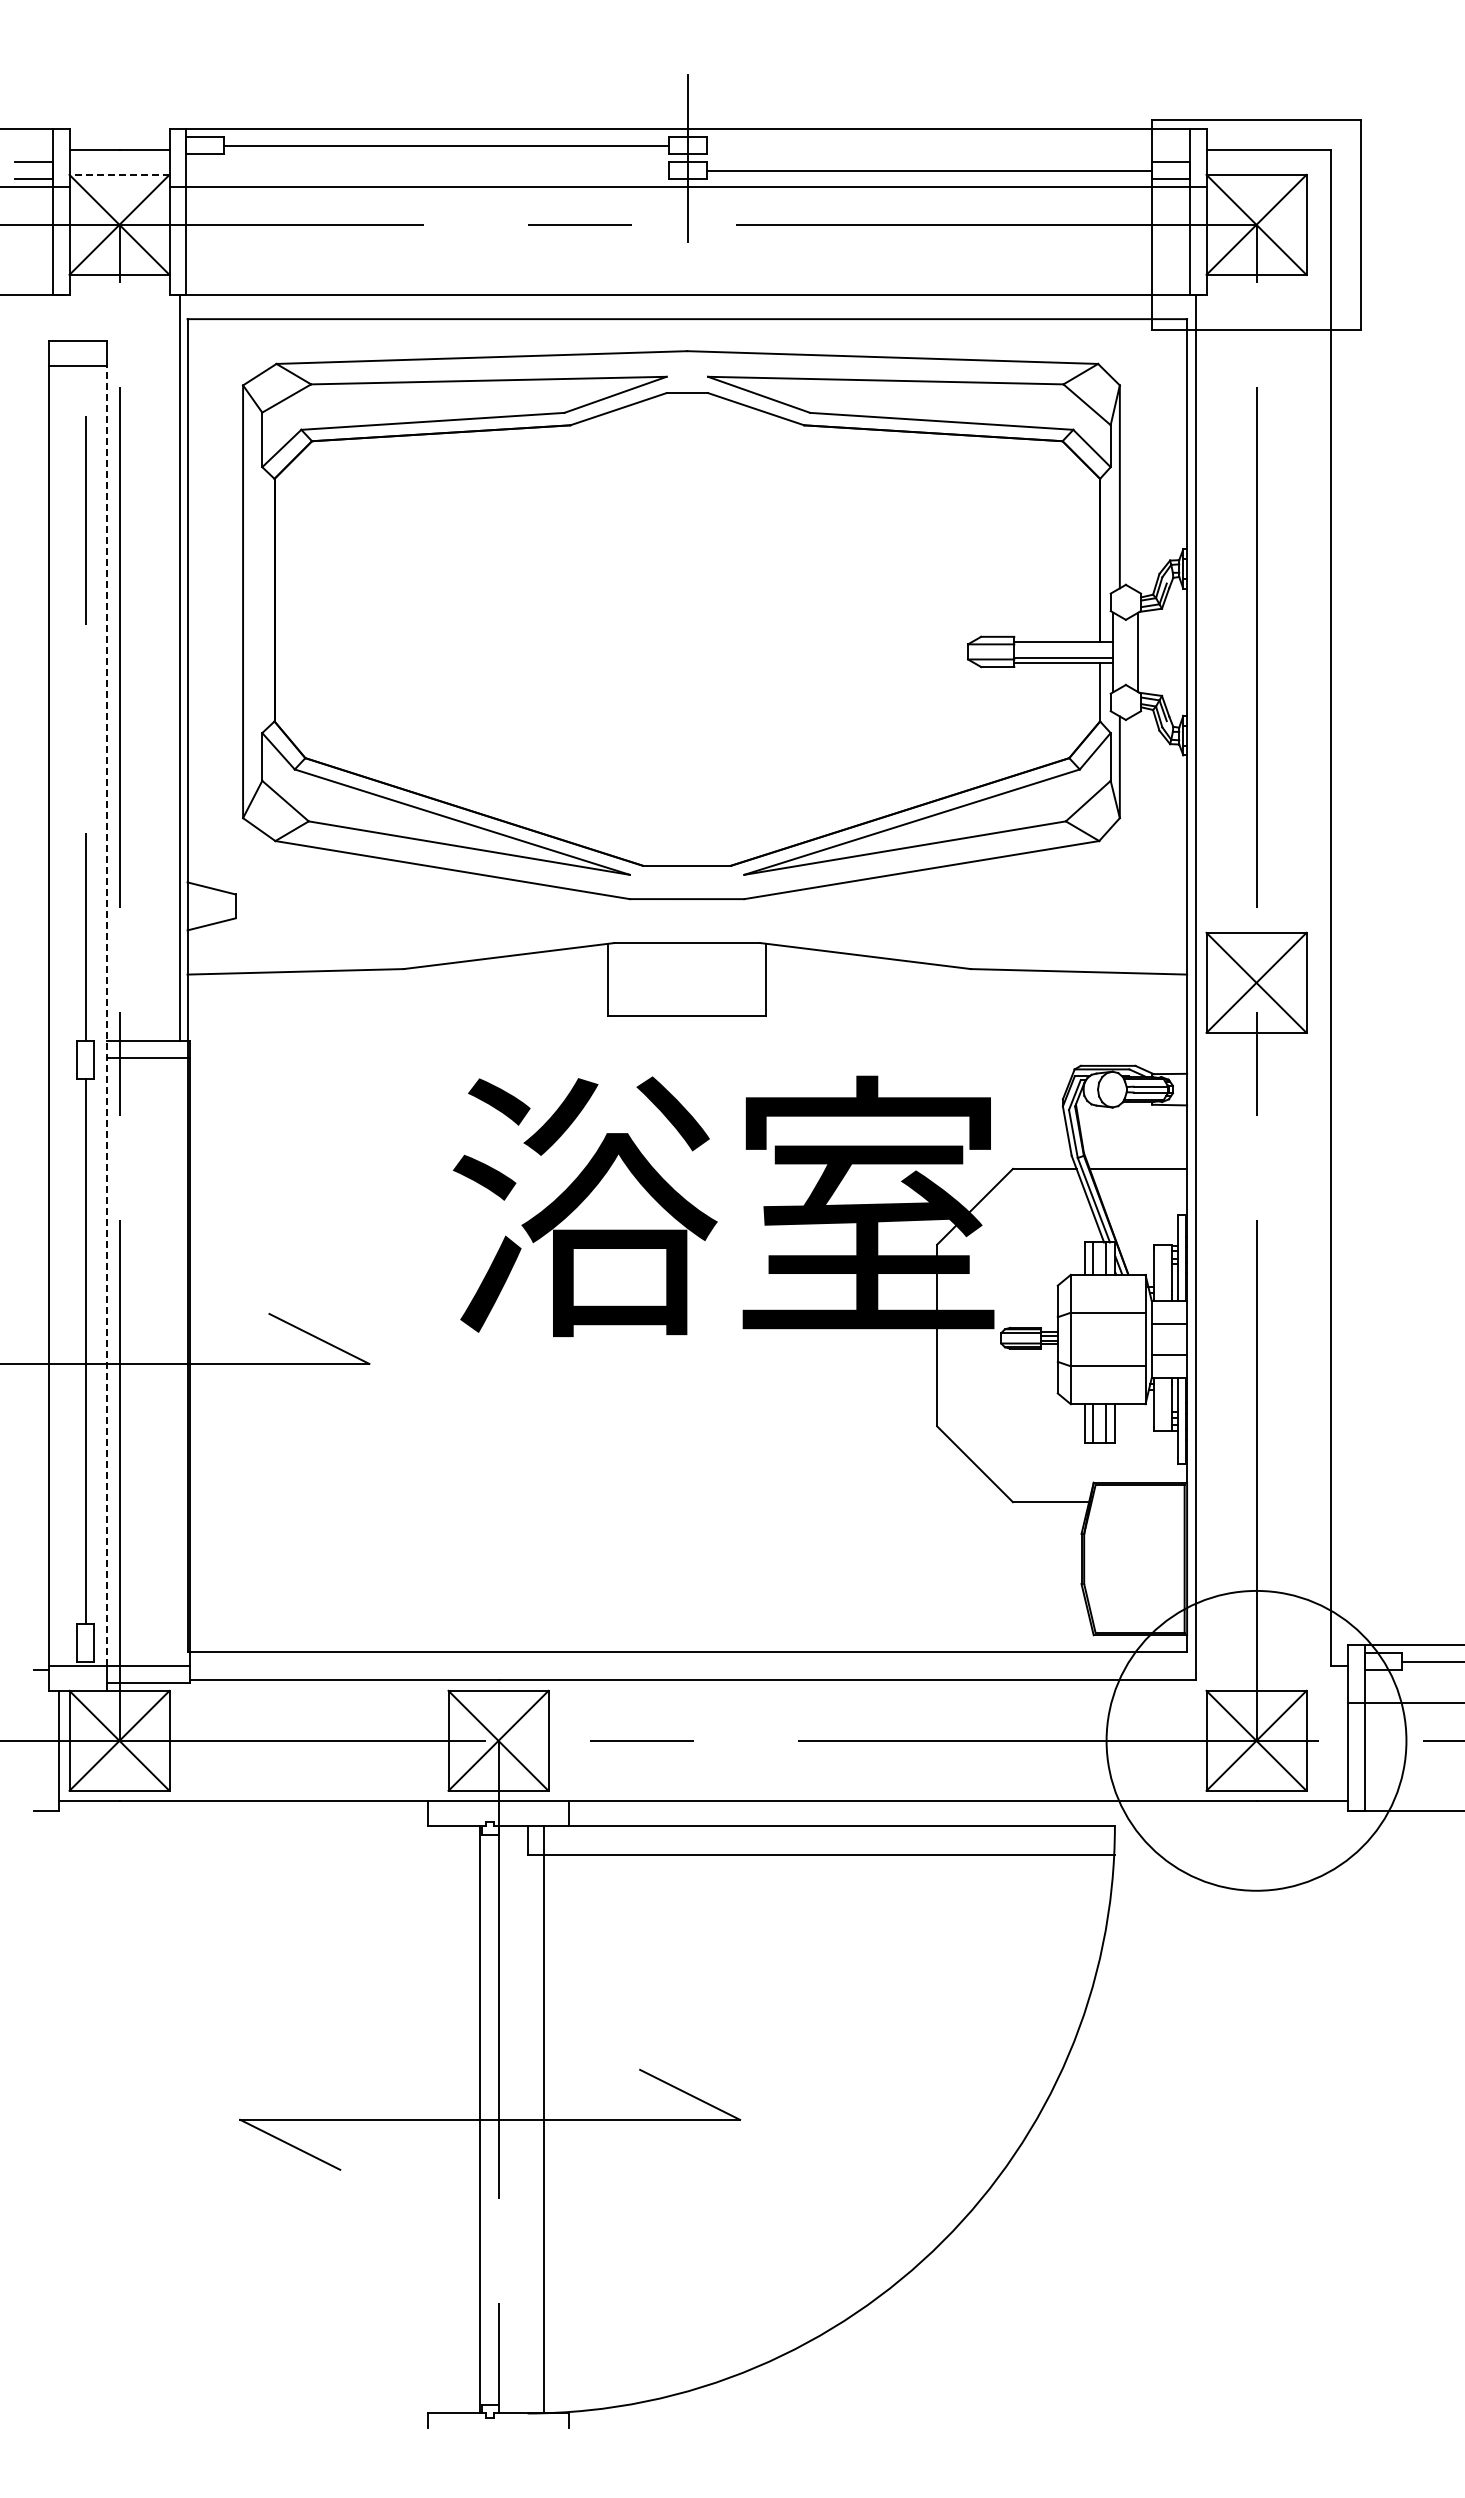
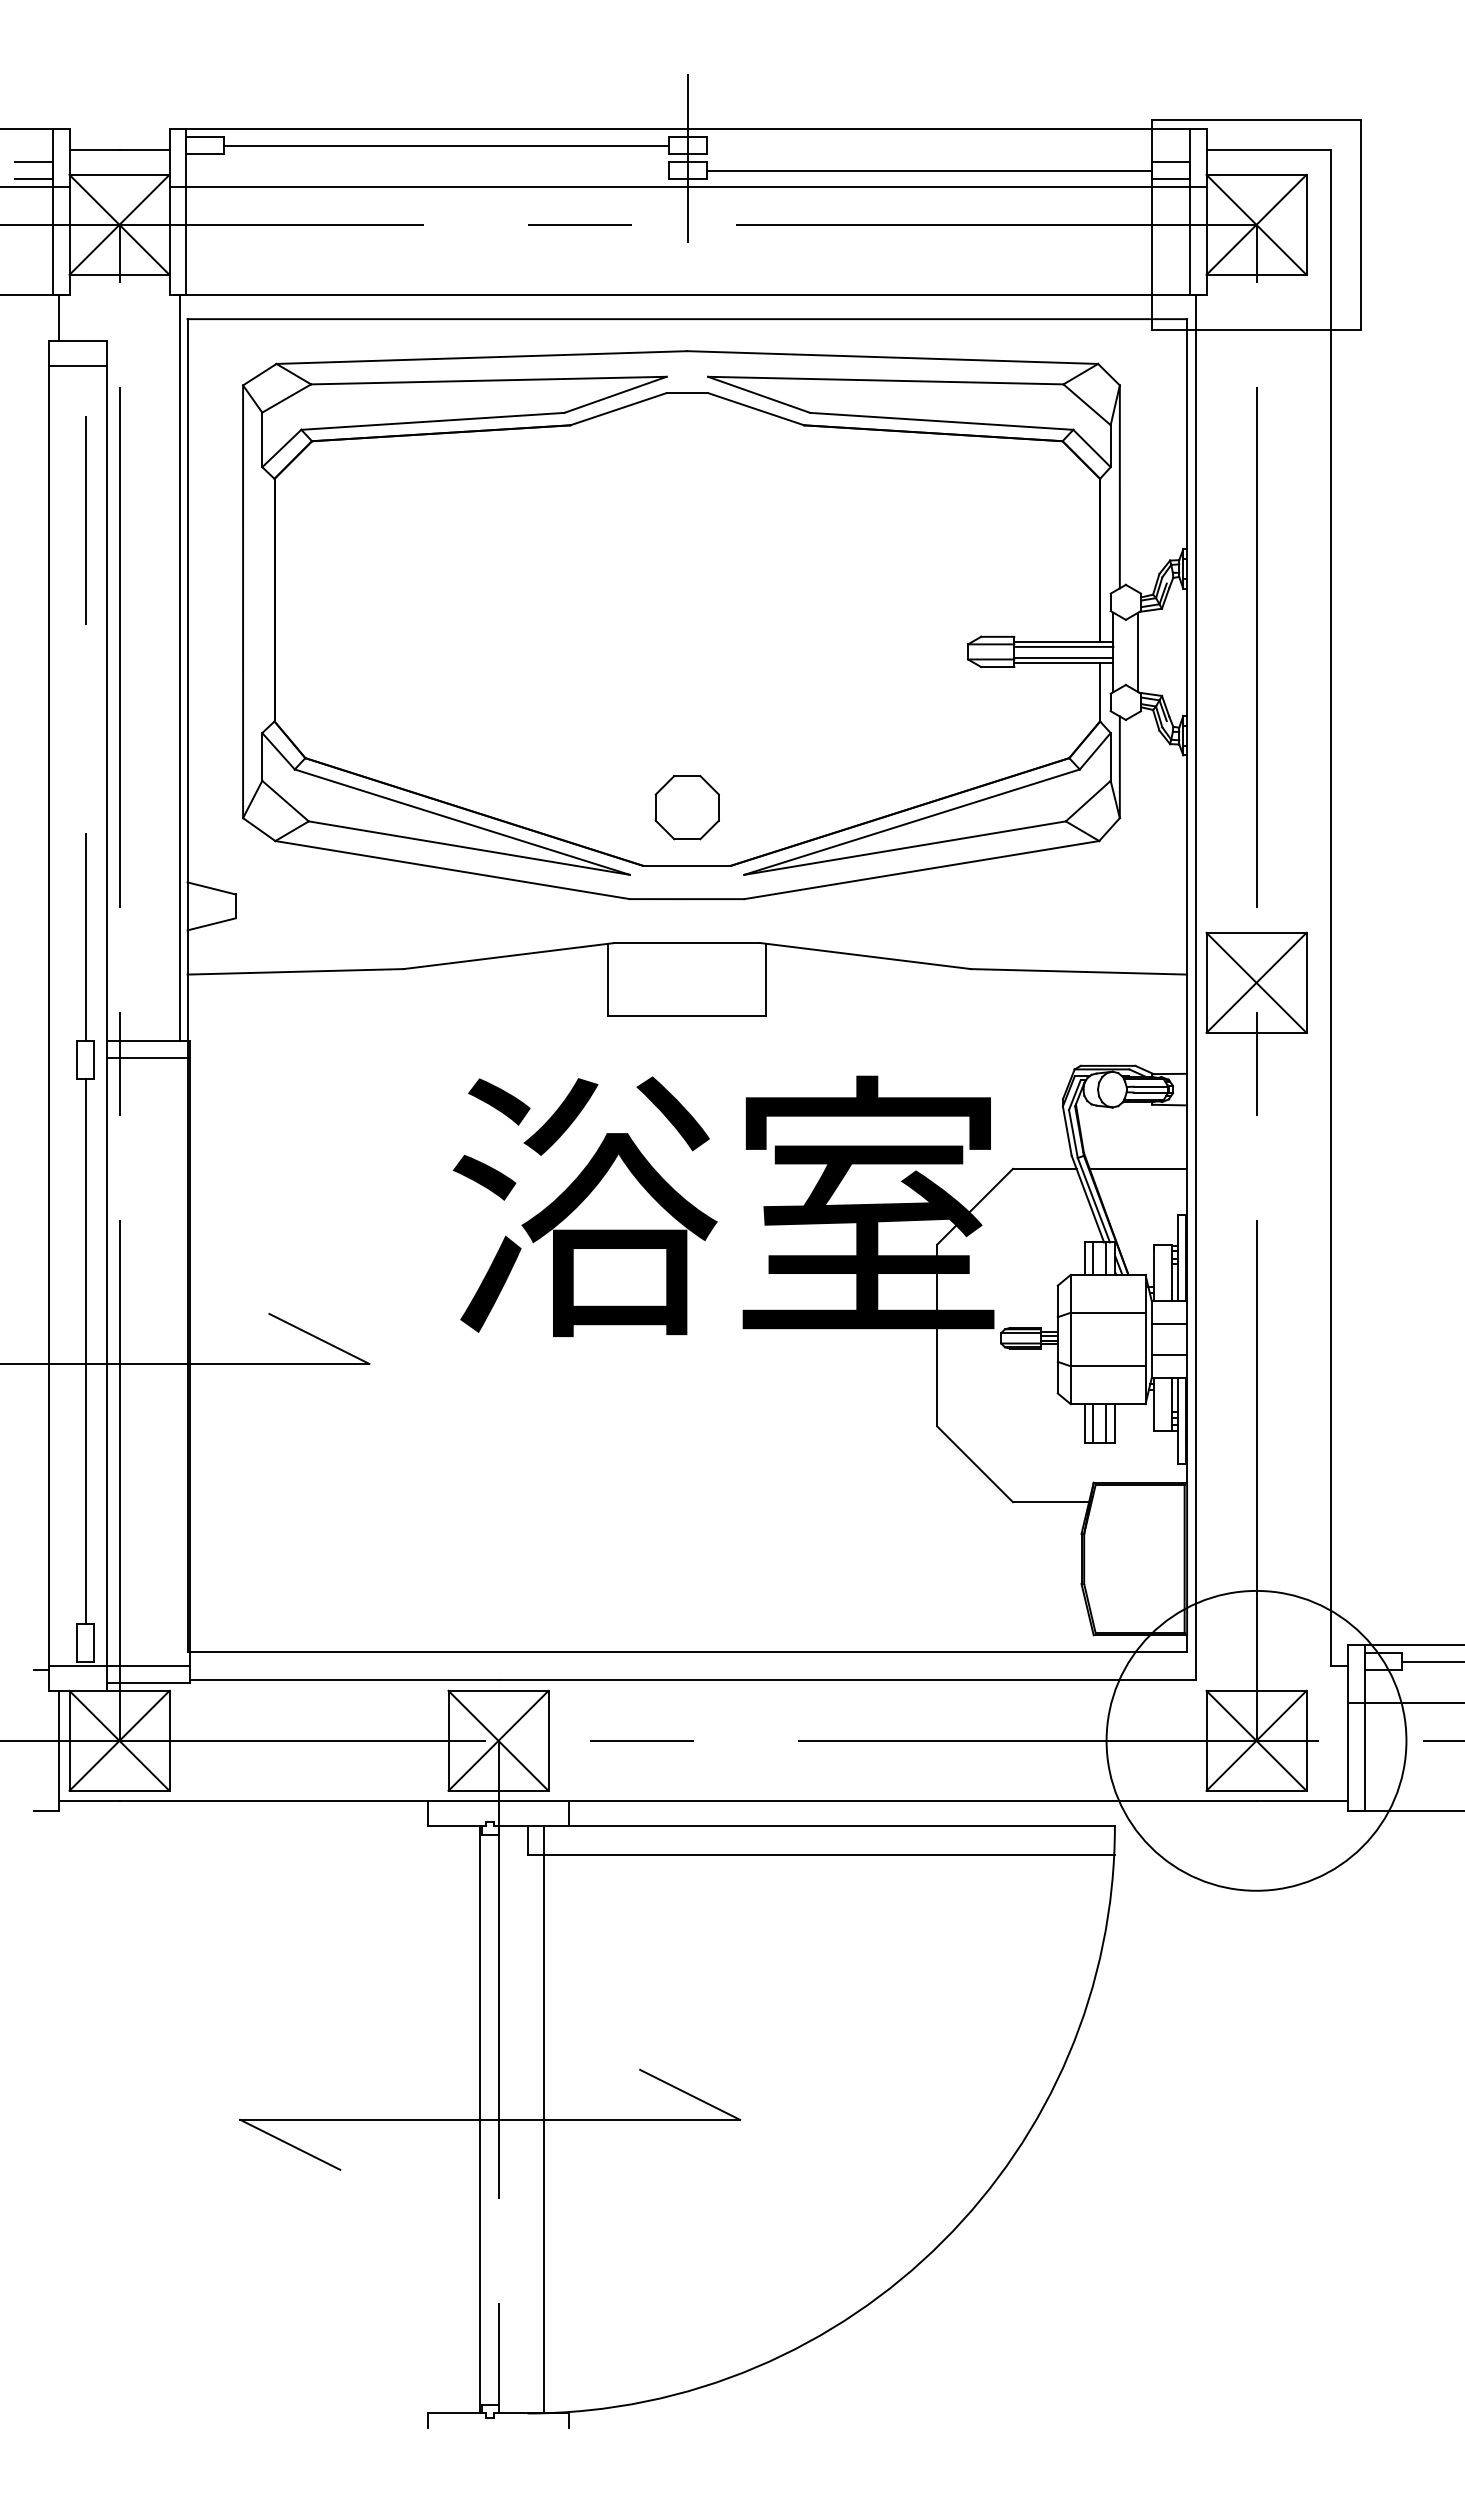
line at (119, 174): dashed -> solid
line at (59, 318): none -> present
line at (1063, 646): none -> present
part at (686, 807): none -> present
line at (107, 1016): dashed -> solid
